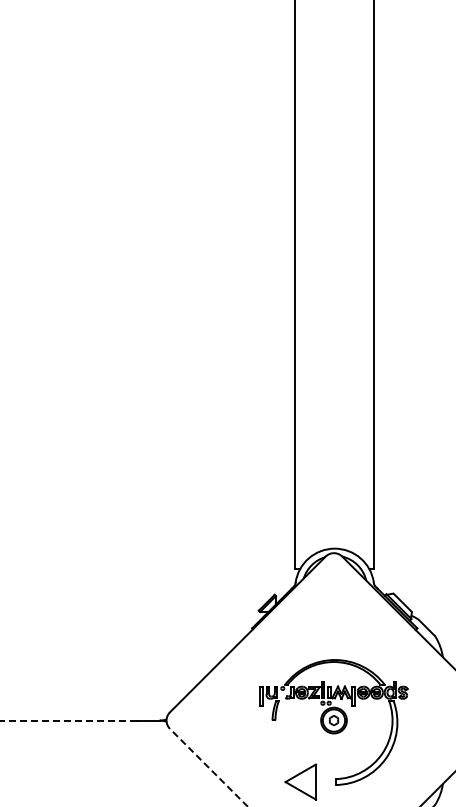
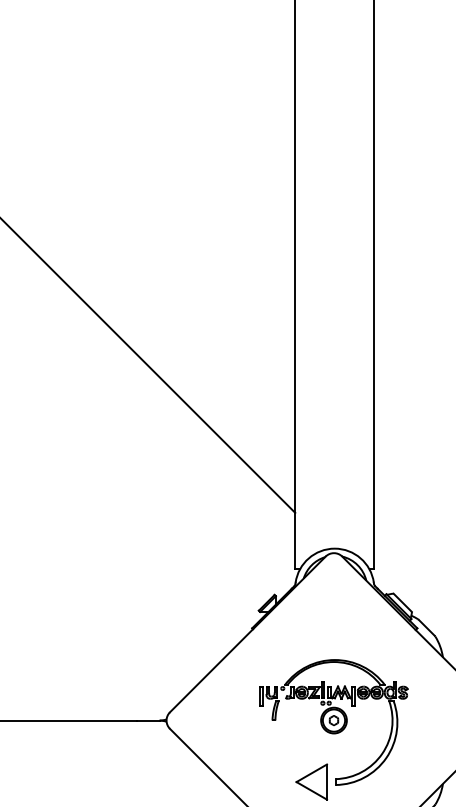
line at (148, 366): none -> present
line at (68, 720): dashed -> solid
line at (208, 767): dashed -> solid
part at (300, 781) position: (300, 781) -> (311, 781)
